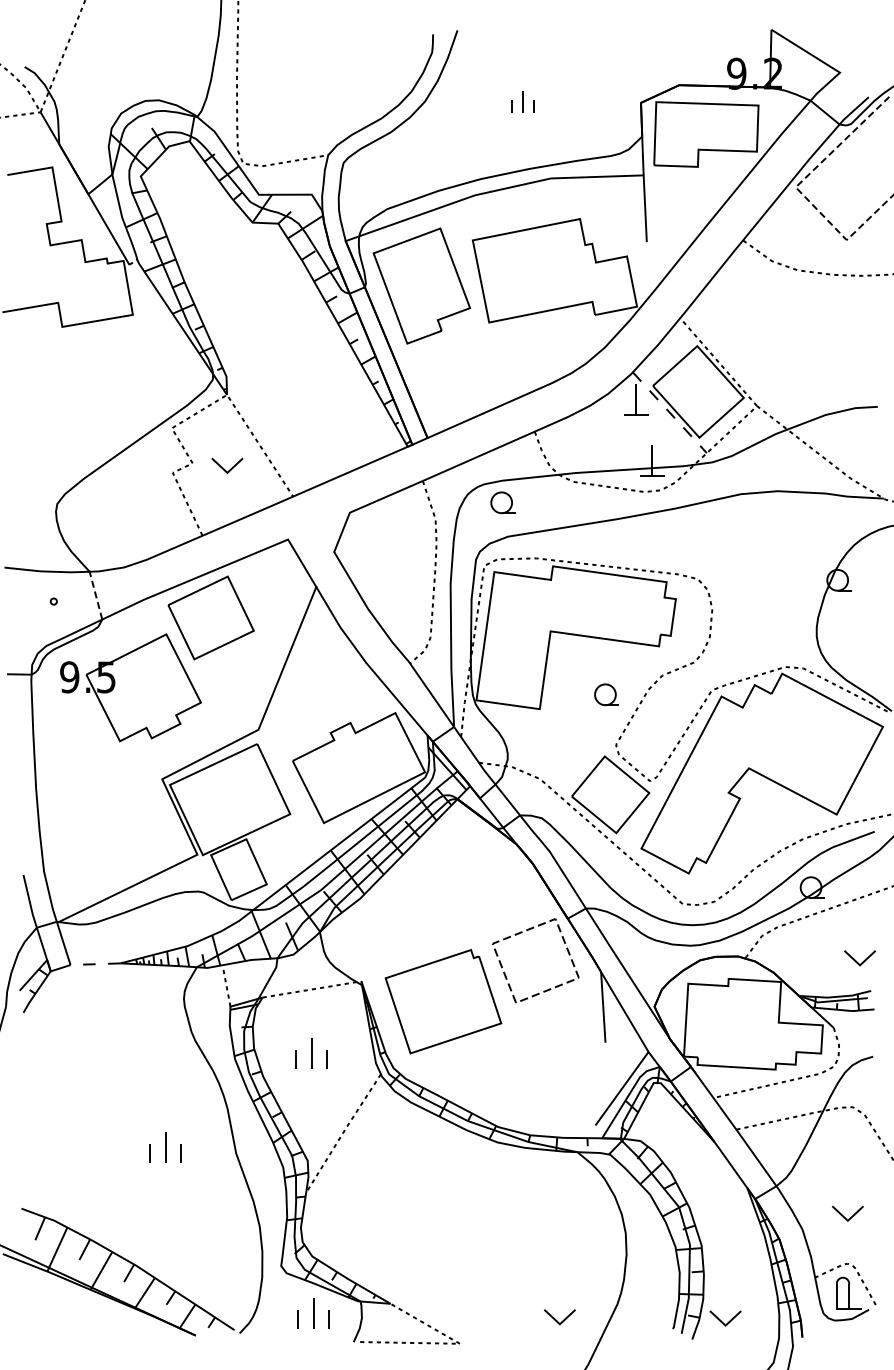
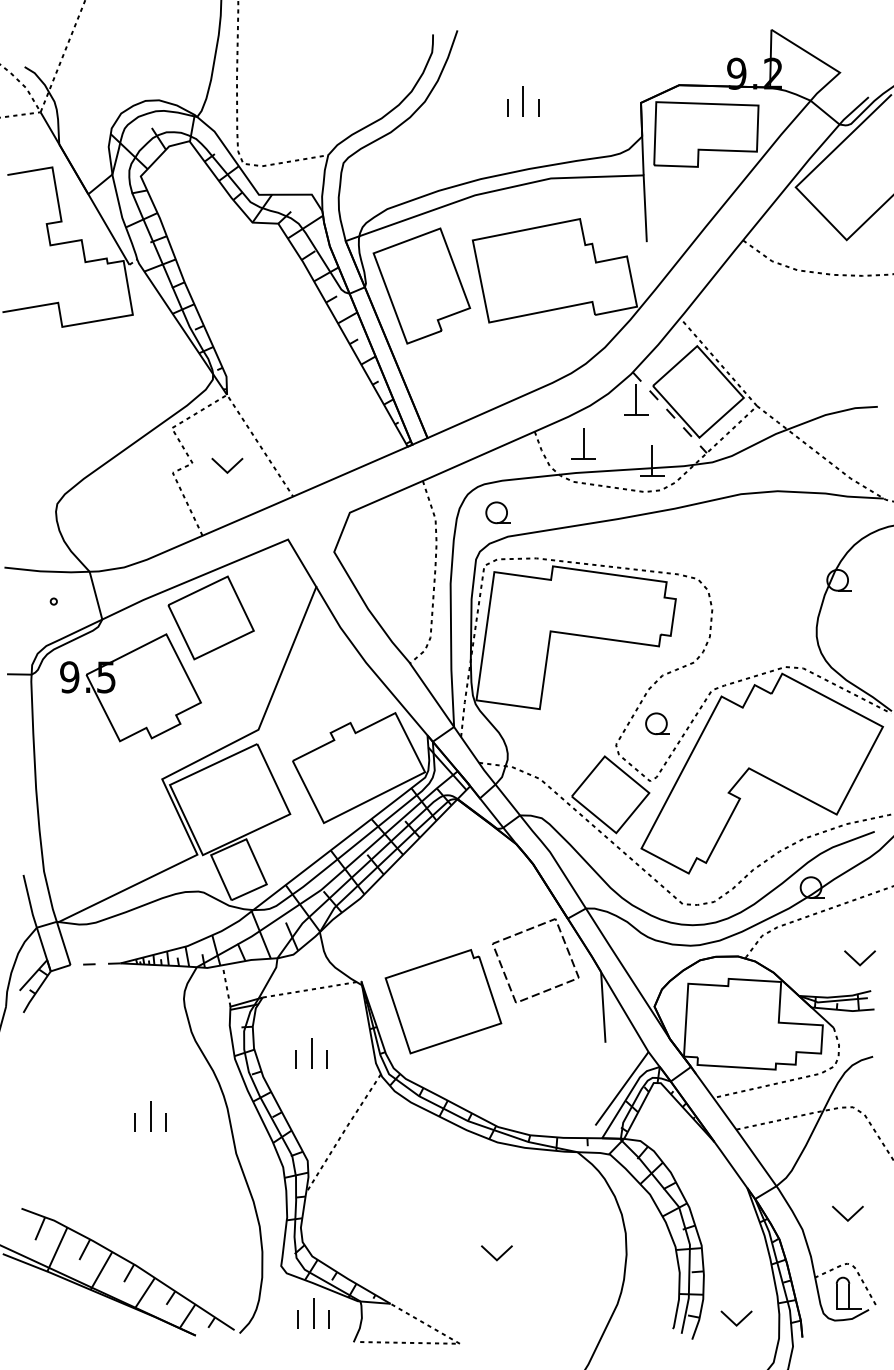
part at (522, 101) size: 24x22 px -> 33x31 px
line at (797, 188): dashed -> solid
part at (583, 443): none -> present
part at (502, 502) position: (502, 502) -> (497, 512)
line at (96, 595): dashed -> solid
part at (606, 694) position: (606, 694) -> (657, 723)
part at (165, 1147) position: (165, 1147) -> (150, 1116)
part at (559, 1317) position: (559, 1317) -> (496, 1253)
part at (725, 1318) position: (725, 1318) -> (736, 1318)
